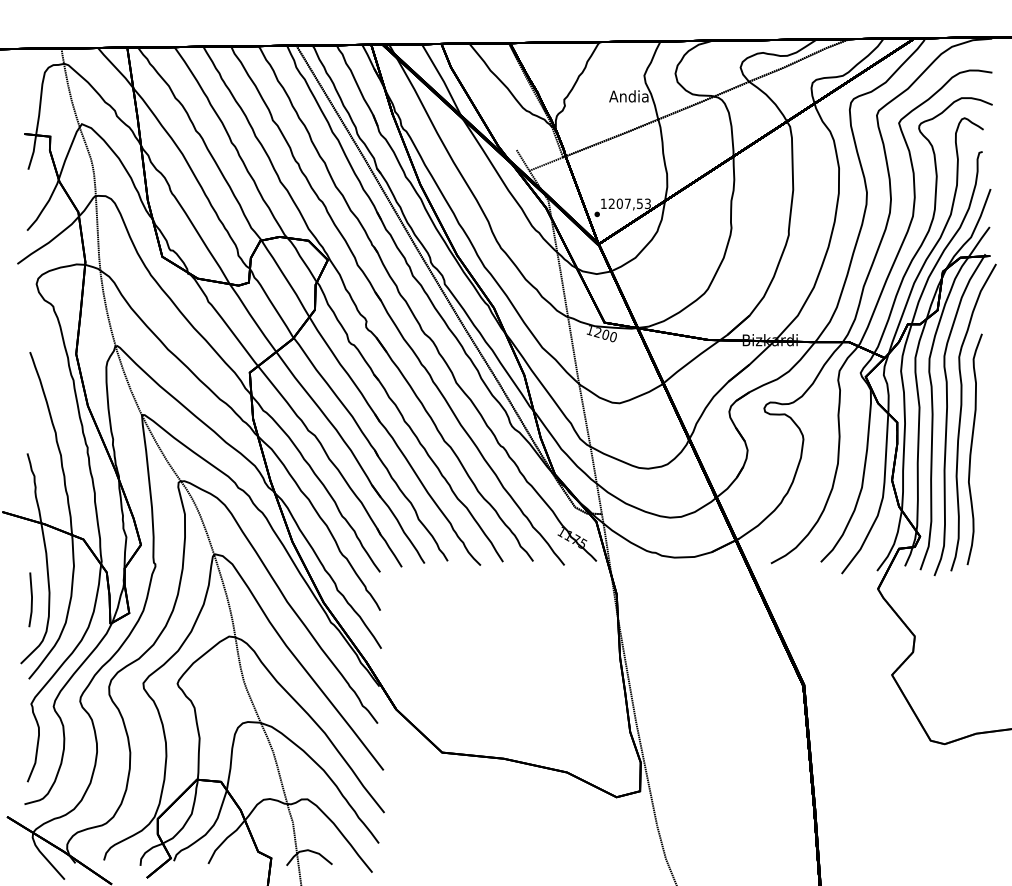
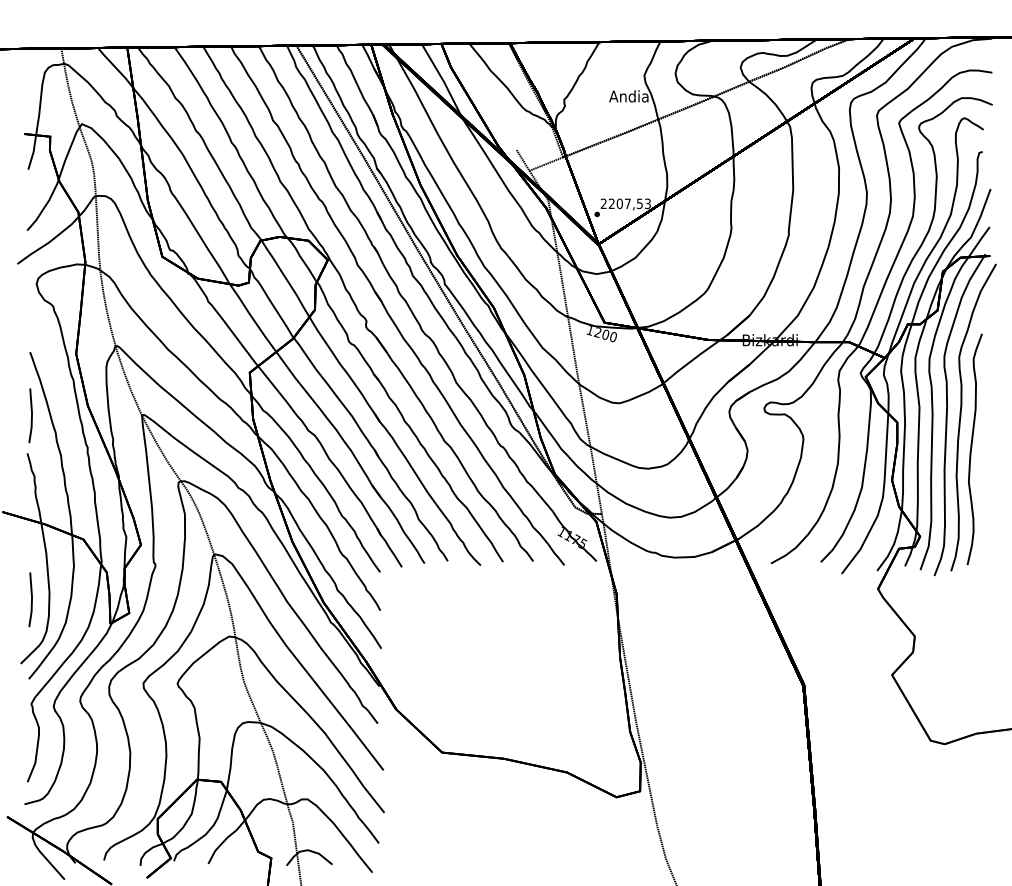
text at (603, 203): 1207,53 -> 2207,53
line at (31, 415): none -> present
